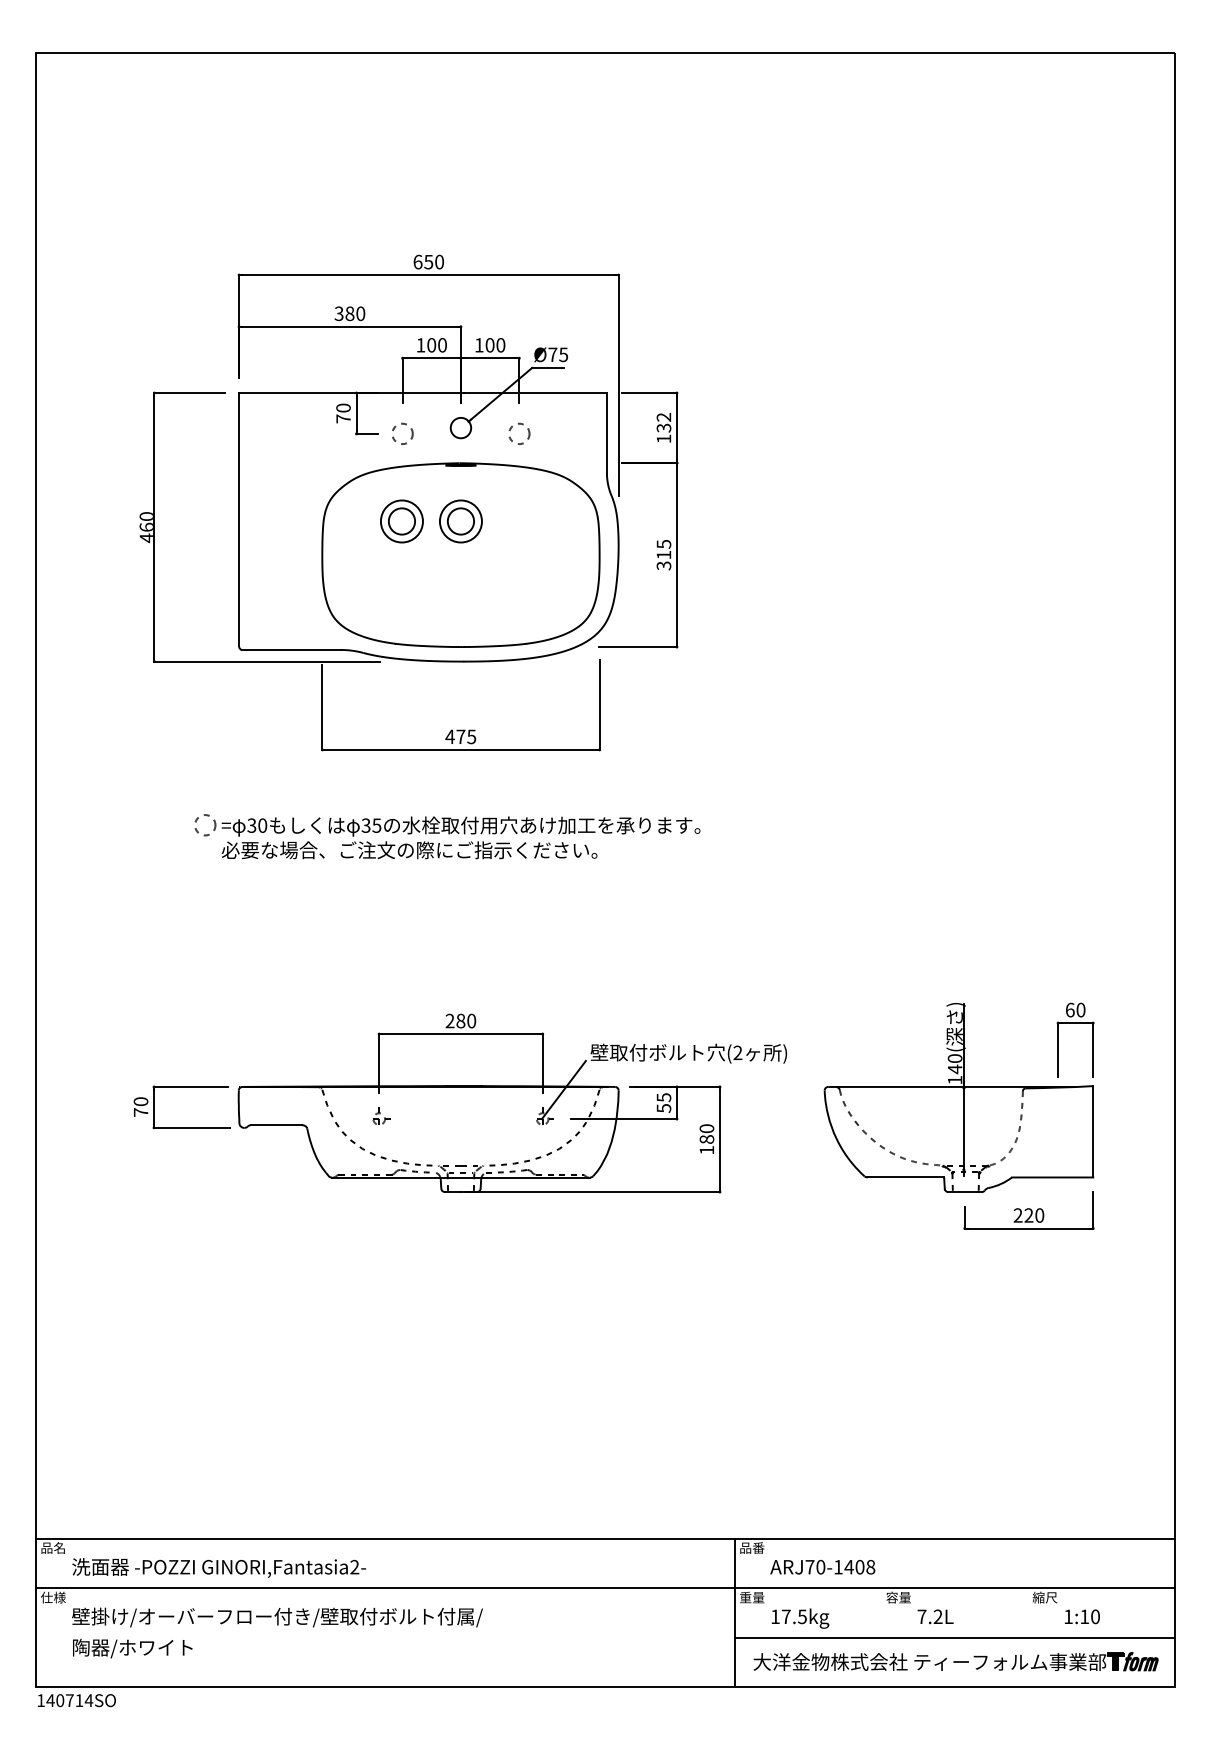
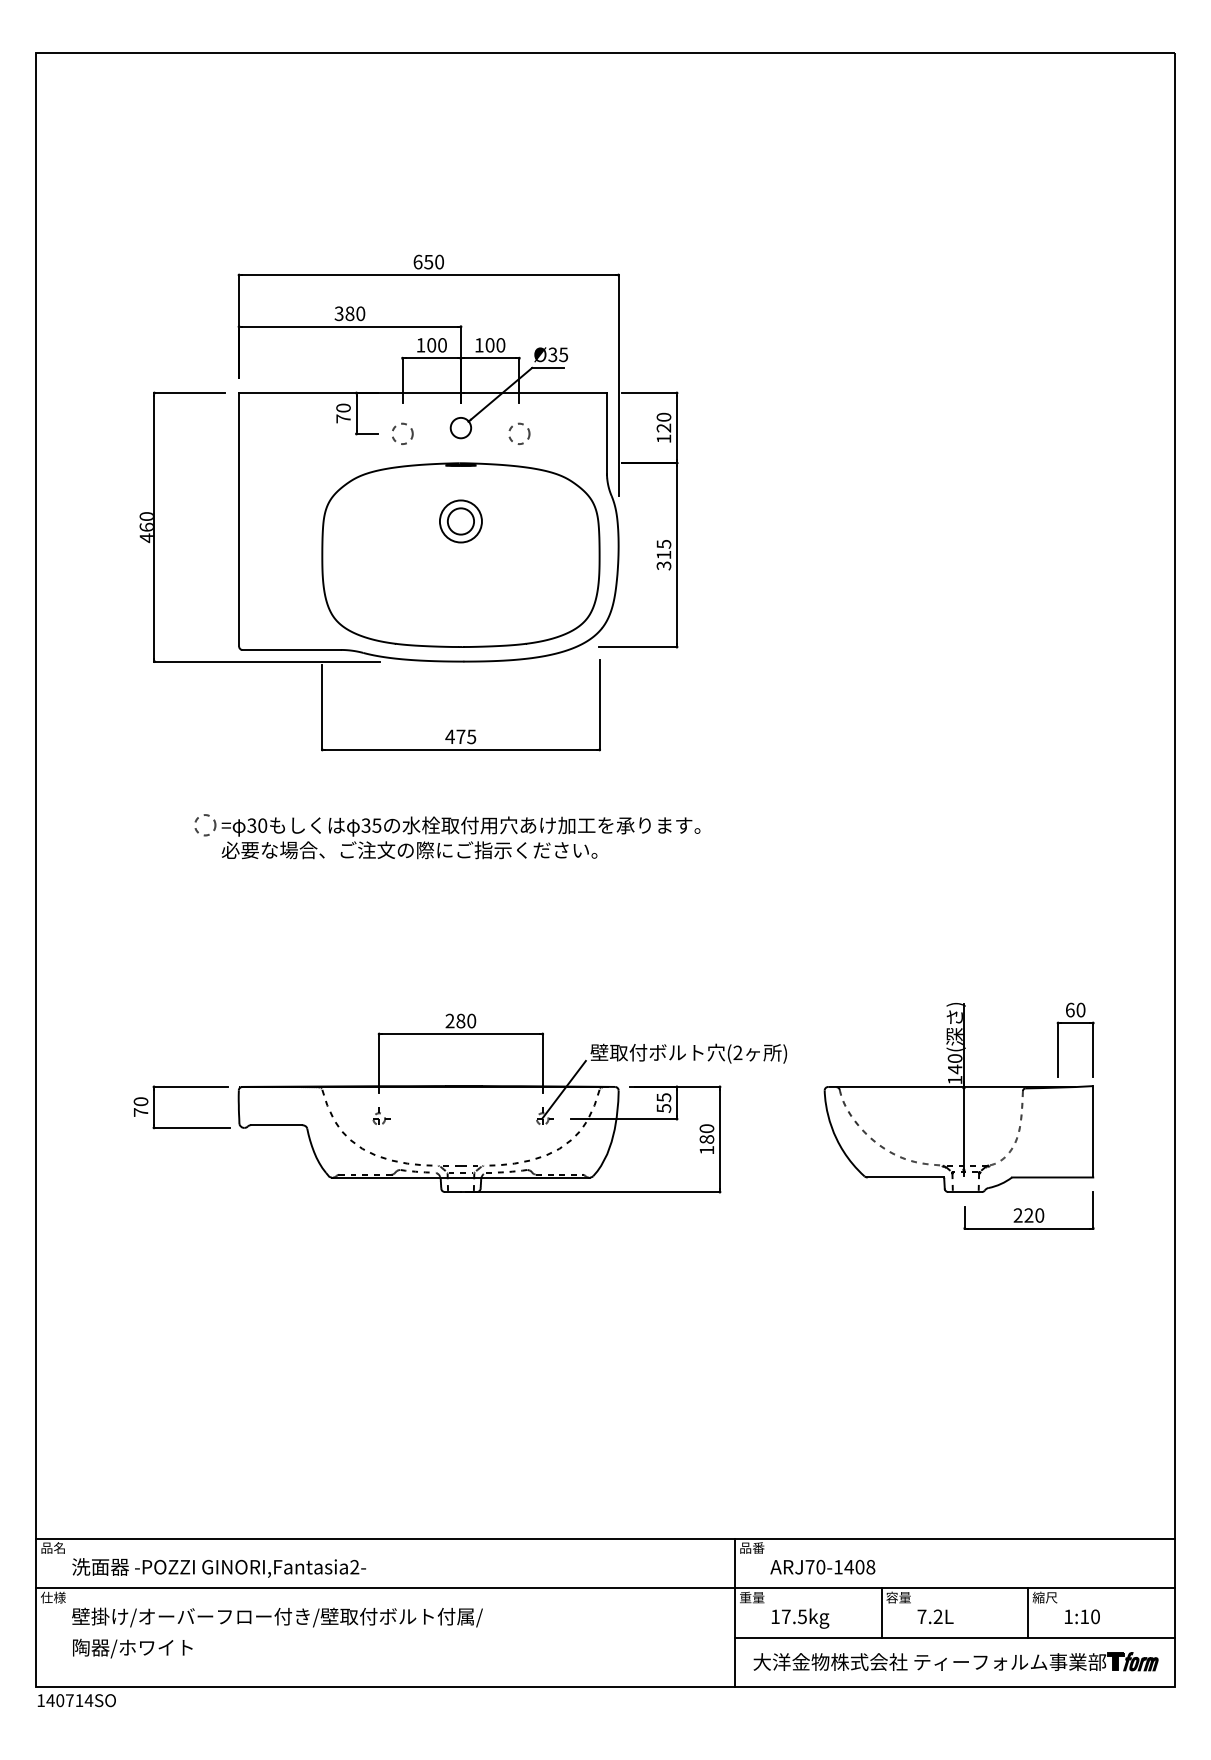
text at (552, 354): Ø75 -> Ø35
text at (663, 422): 132 -> 120
part at (401, 521): present -> none
line at (881, 1612): none -> present
line at (1028, 1612): none -> present
